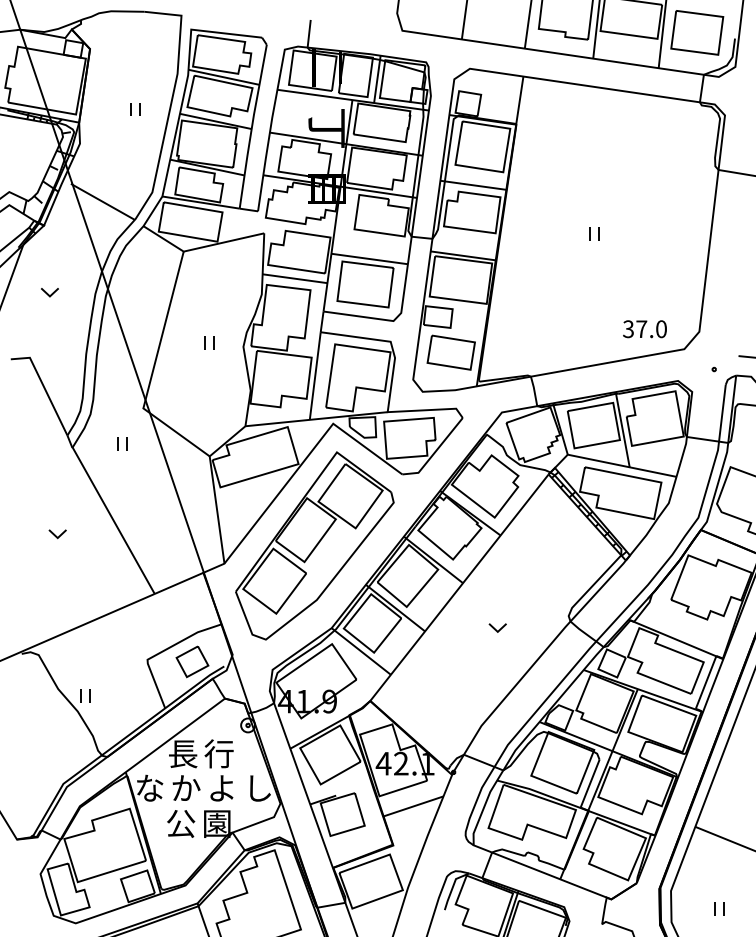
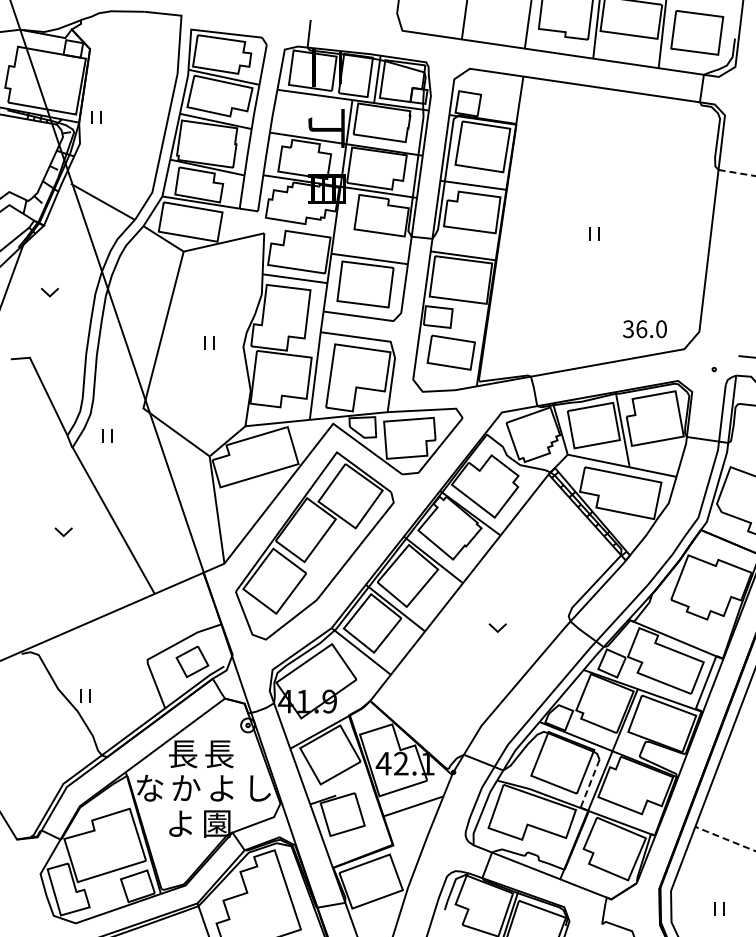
part at (135, 109) position: (135, 109) -> (96, 117)
line at (737, 173): solid -> dashed
text at (641, 329): 37.0 -> 36.0
part at (122, 443) position: (122, 443) -> (107, 435)
part at (57, 534) position: (57, 534) -> (63, 532)
text at (218, 753): 行 -> 長
line at (590, 783): solid -> dashed
text at (181, 823): 公 -> よ
line at (724, 838): solid -> dashed
